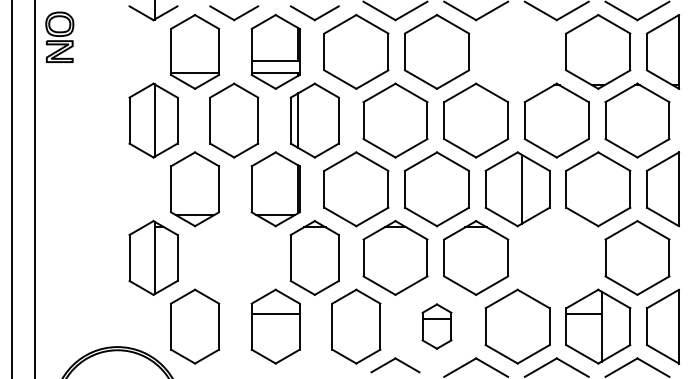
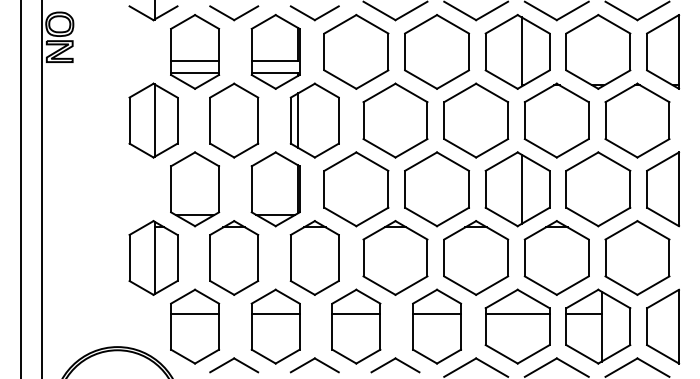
part at (517, 51): none -> present
line at (195, 60): none -> present
line at (12, 188) position: (12, 188) -> (21, 188)
line at (34, 188) position: (34, 188) -> (41, 188)
part at (234, 257): none -> present
part at (556, 257): none -> present
line at (195, 314): none -> present
line at (356, 314): none -> present
line at (517, 314): none -> present
part at (436, 326) size: 32x47 px -> 50x77 px
part at (234, 365): none -> present
part at (314, 365): none -> present
